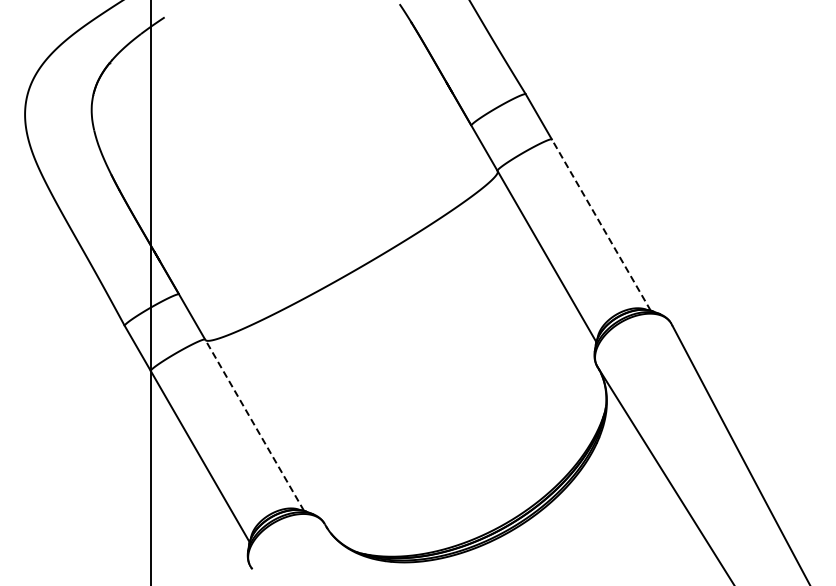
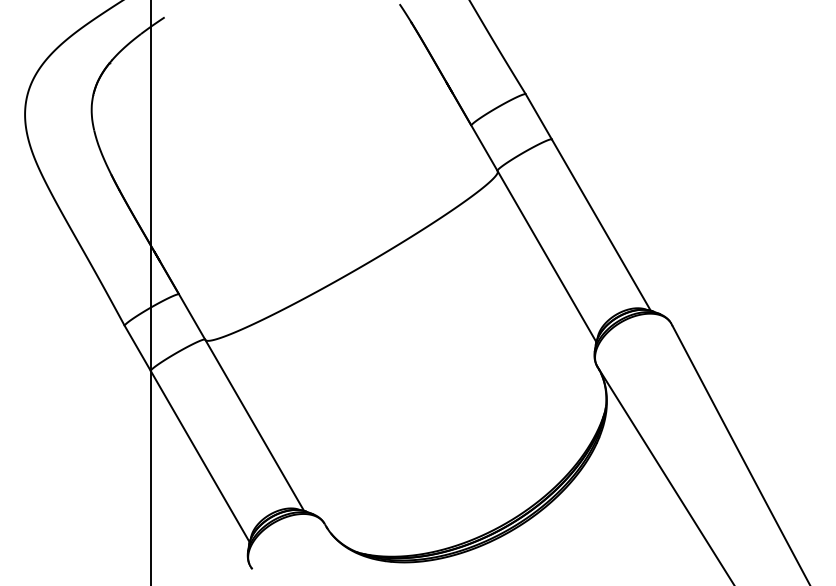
line at (601, 225): dashed -> solid
line at (254, 425): dashed -> solid
